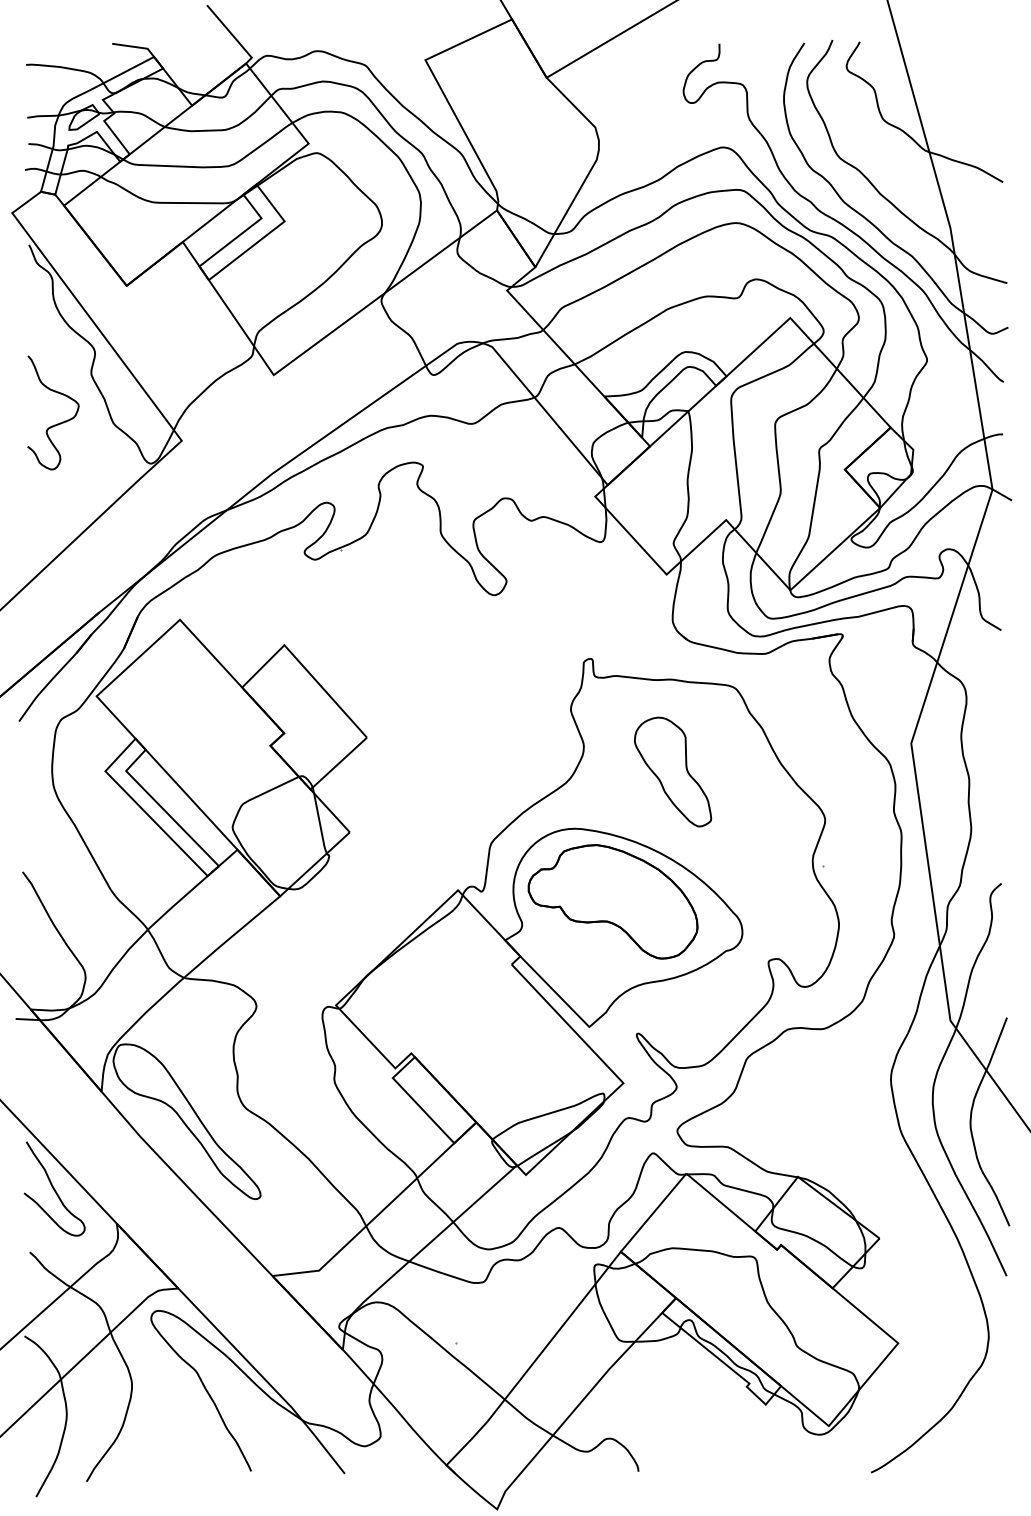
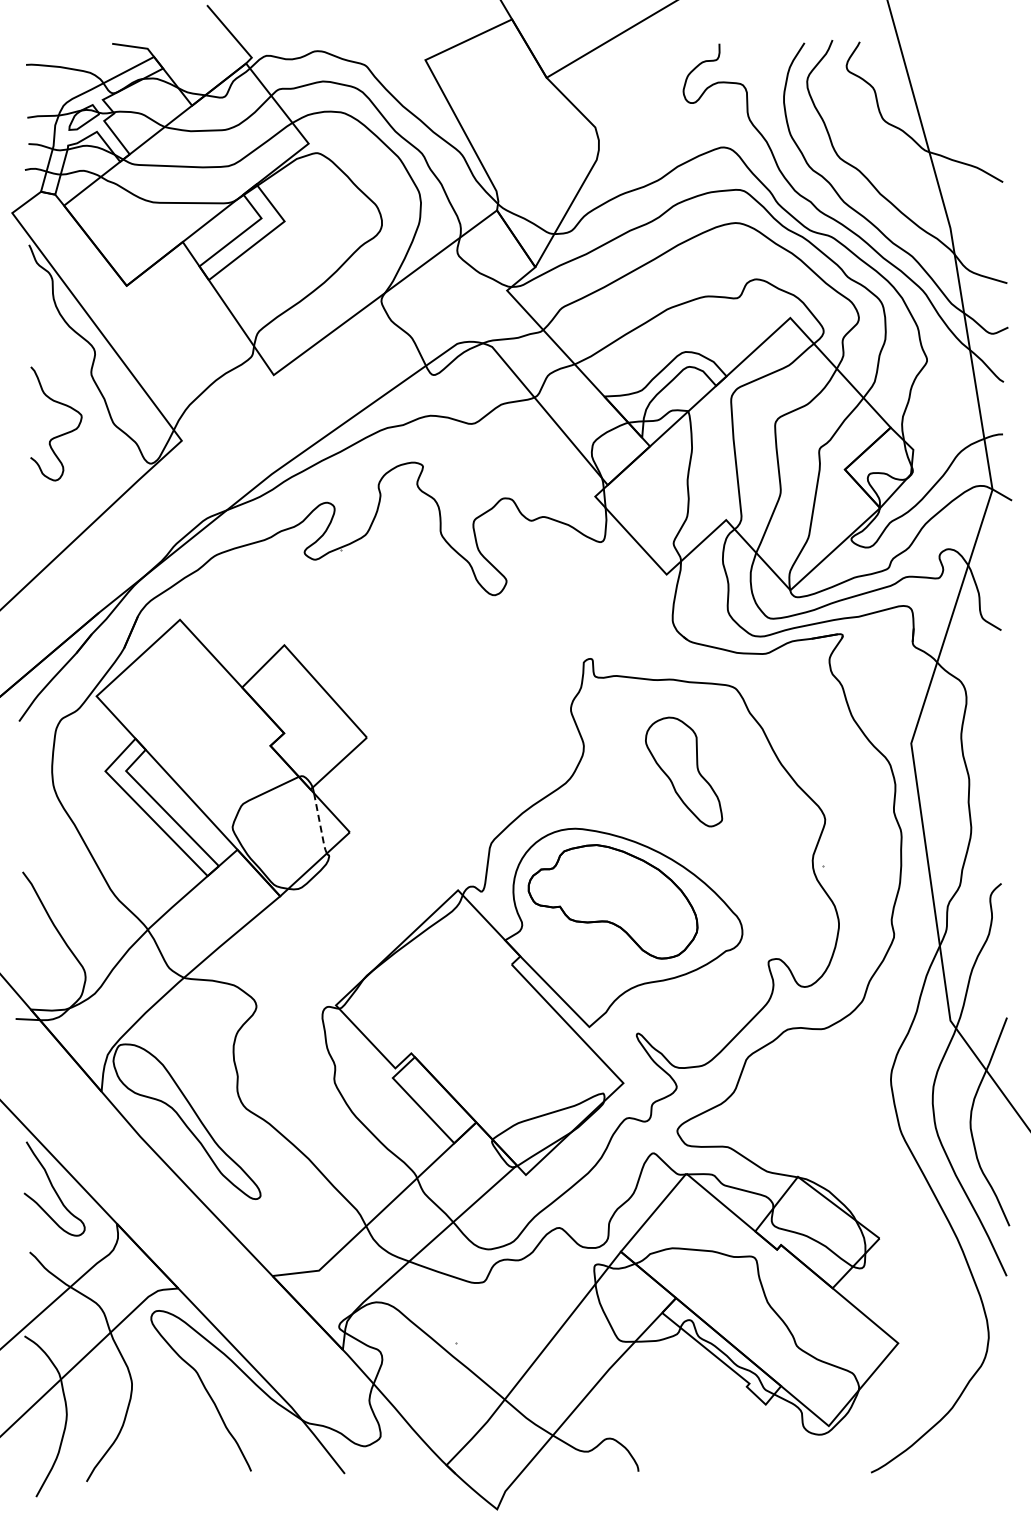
curve at (59, 422) position: (59, 422) -> (62, 433)
part at (673, 771) position: (673, 771) -> (684, 771)
line at (320, 825): solid -> dashed
